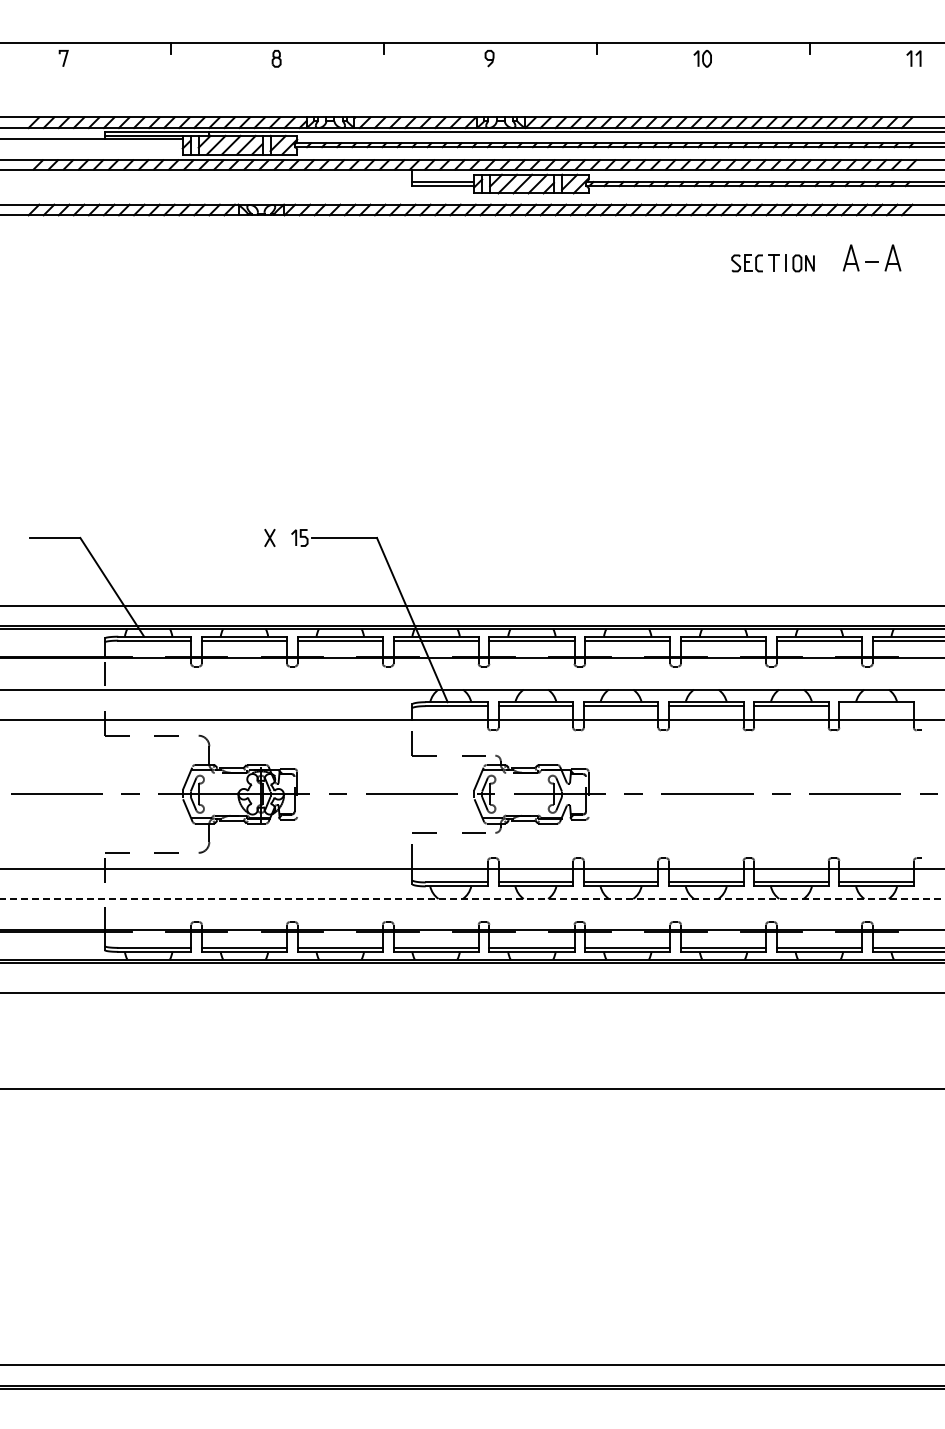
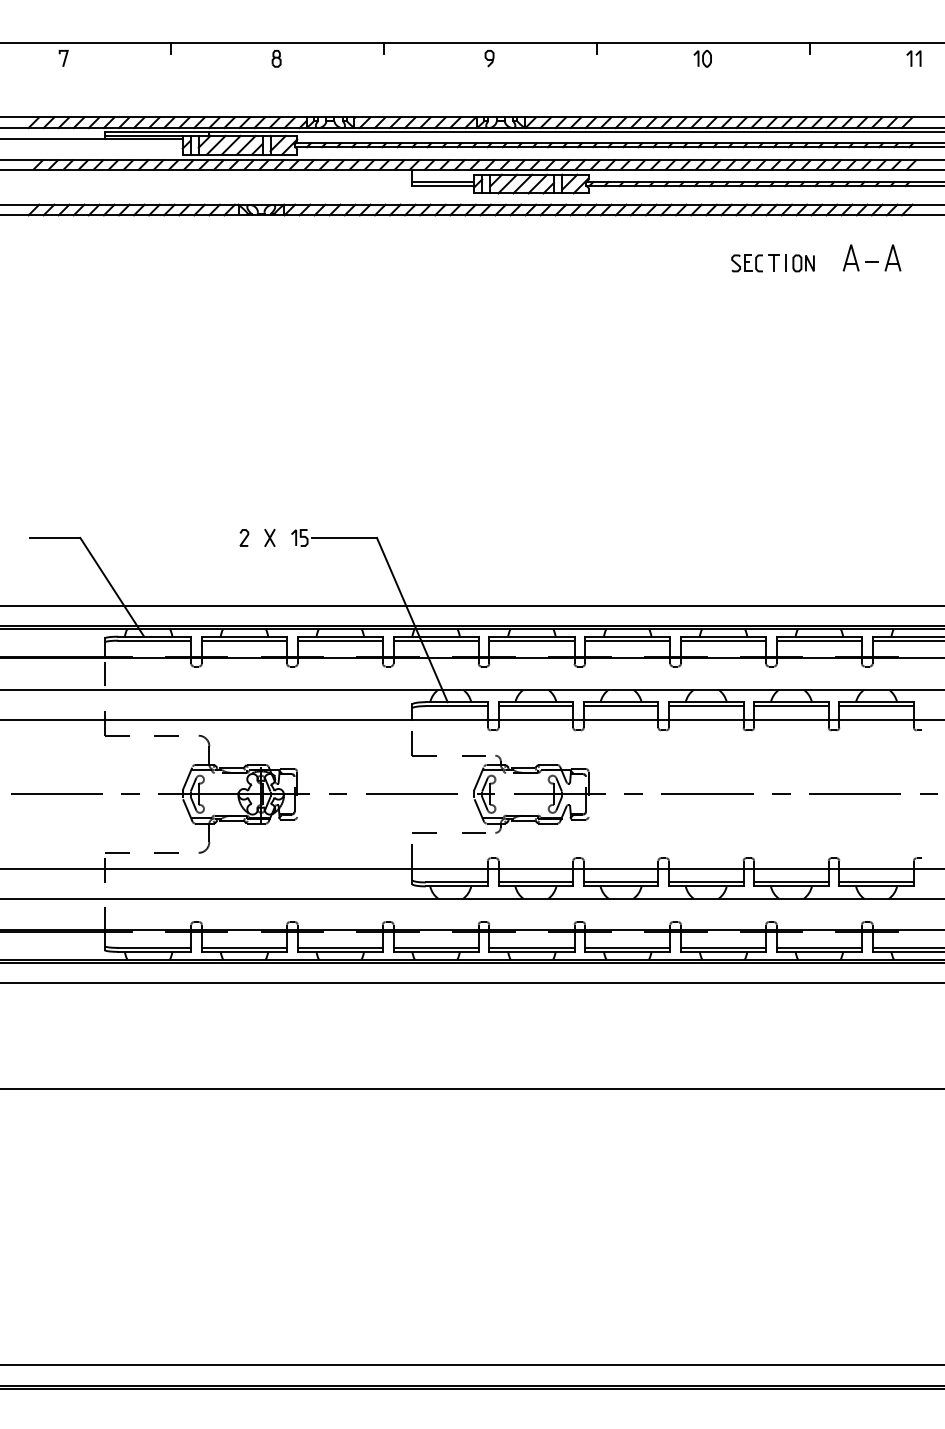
curve at (245, 537): none -> present
line at (876, 706): none -> present
line at (472, 898): dashed -> solid
line at (471, 993) position: (471, 993) -> (471, 983)
